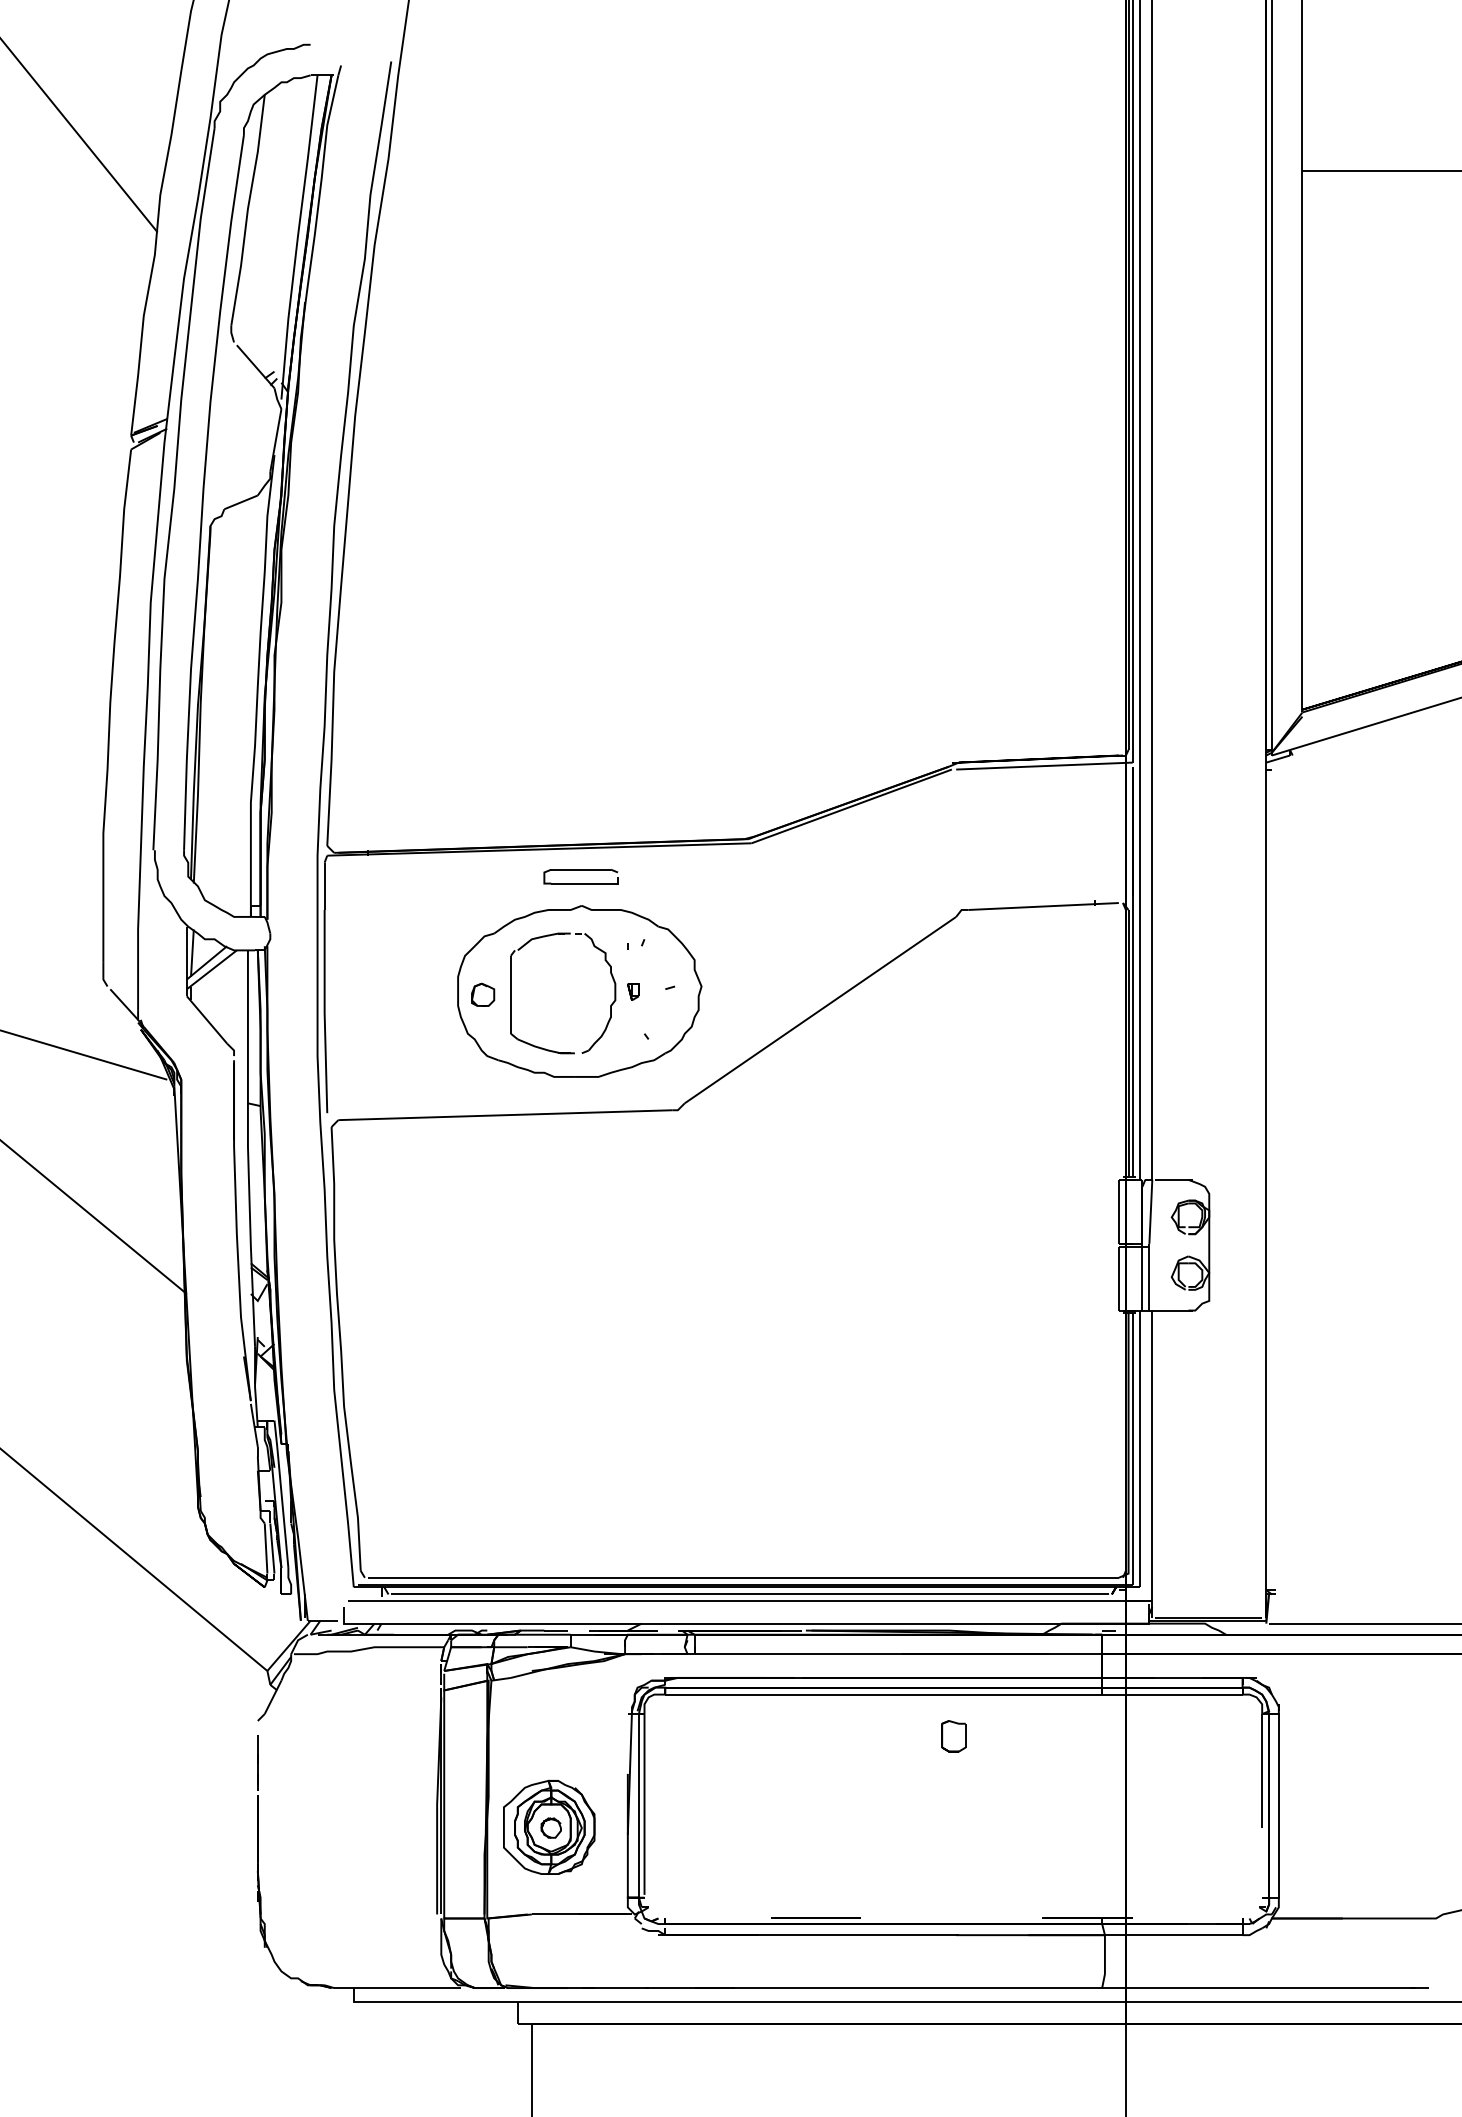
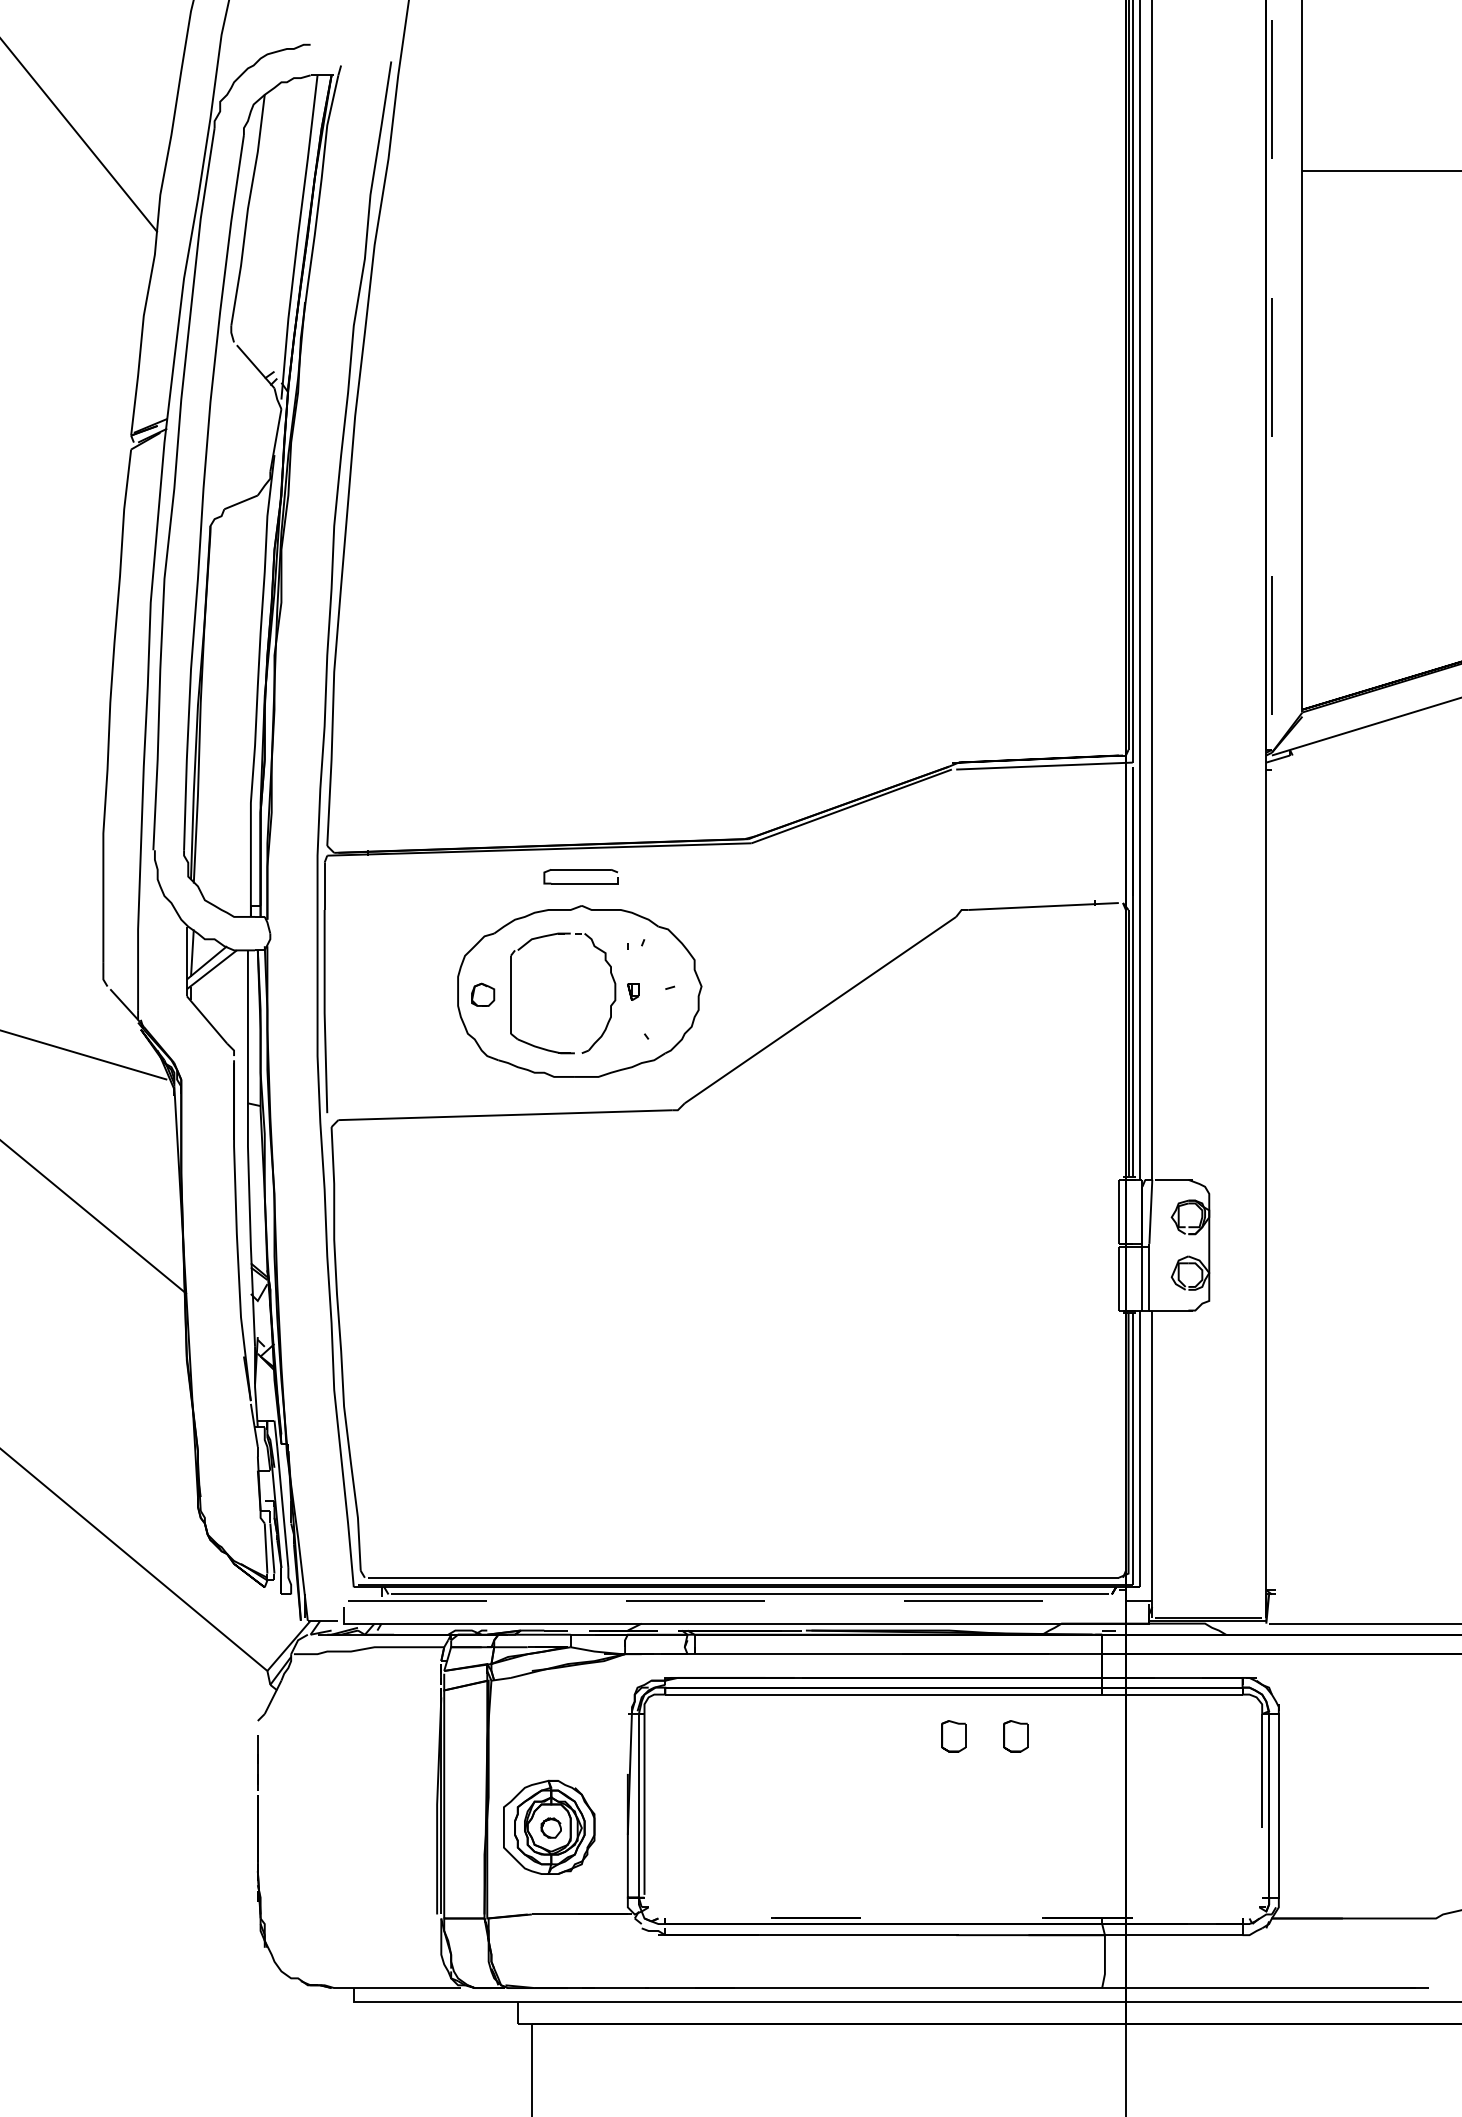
line at (1271, 378): solid -> dashed
line at (750, 1601): solid -> dashed
part at (1015, 1736): none -> present
